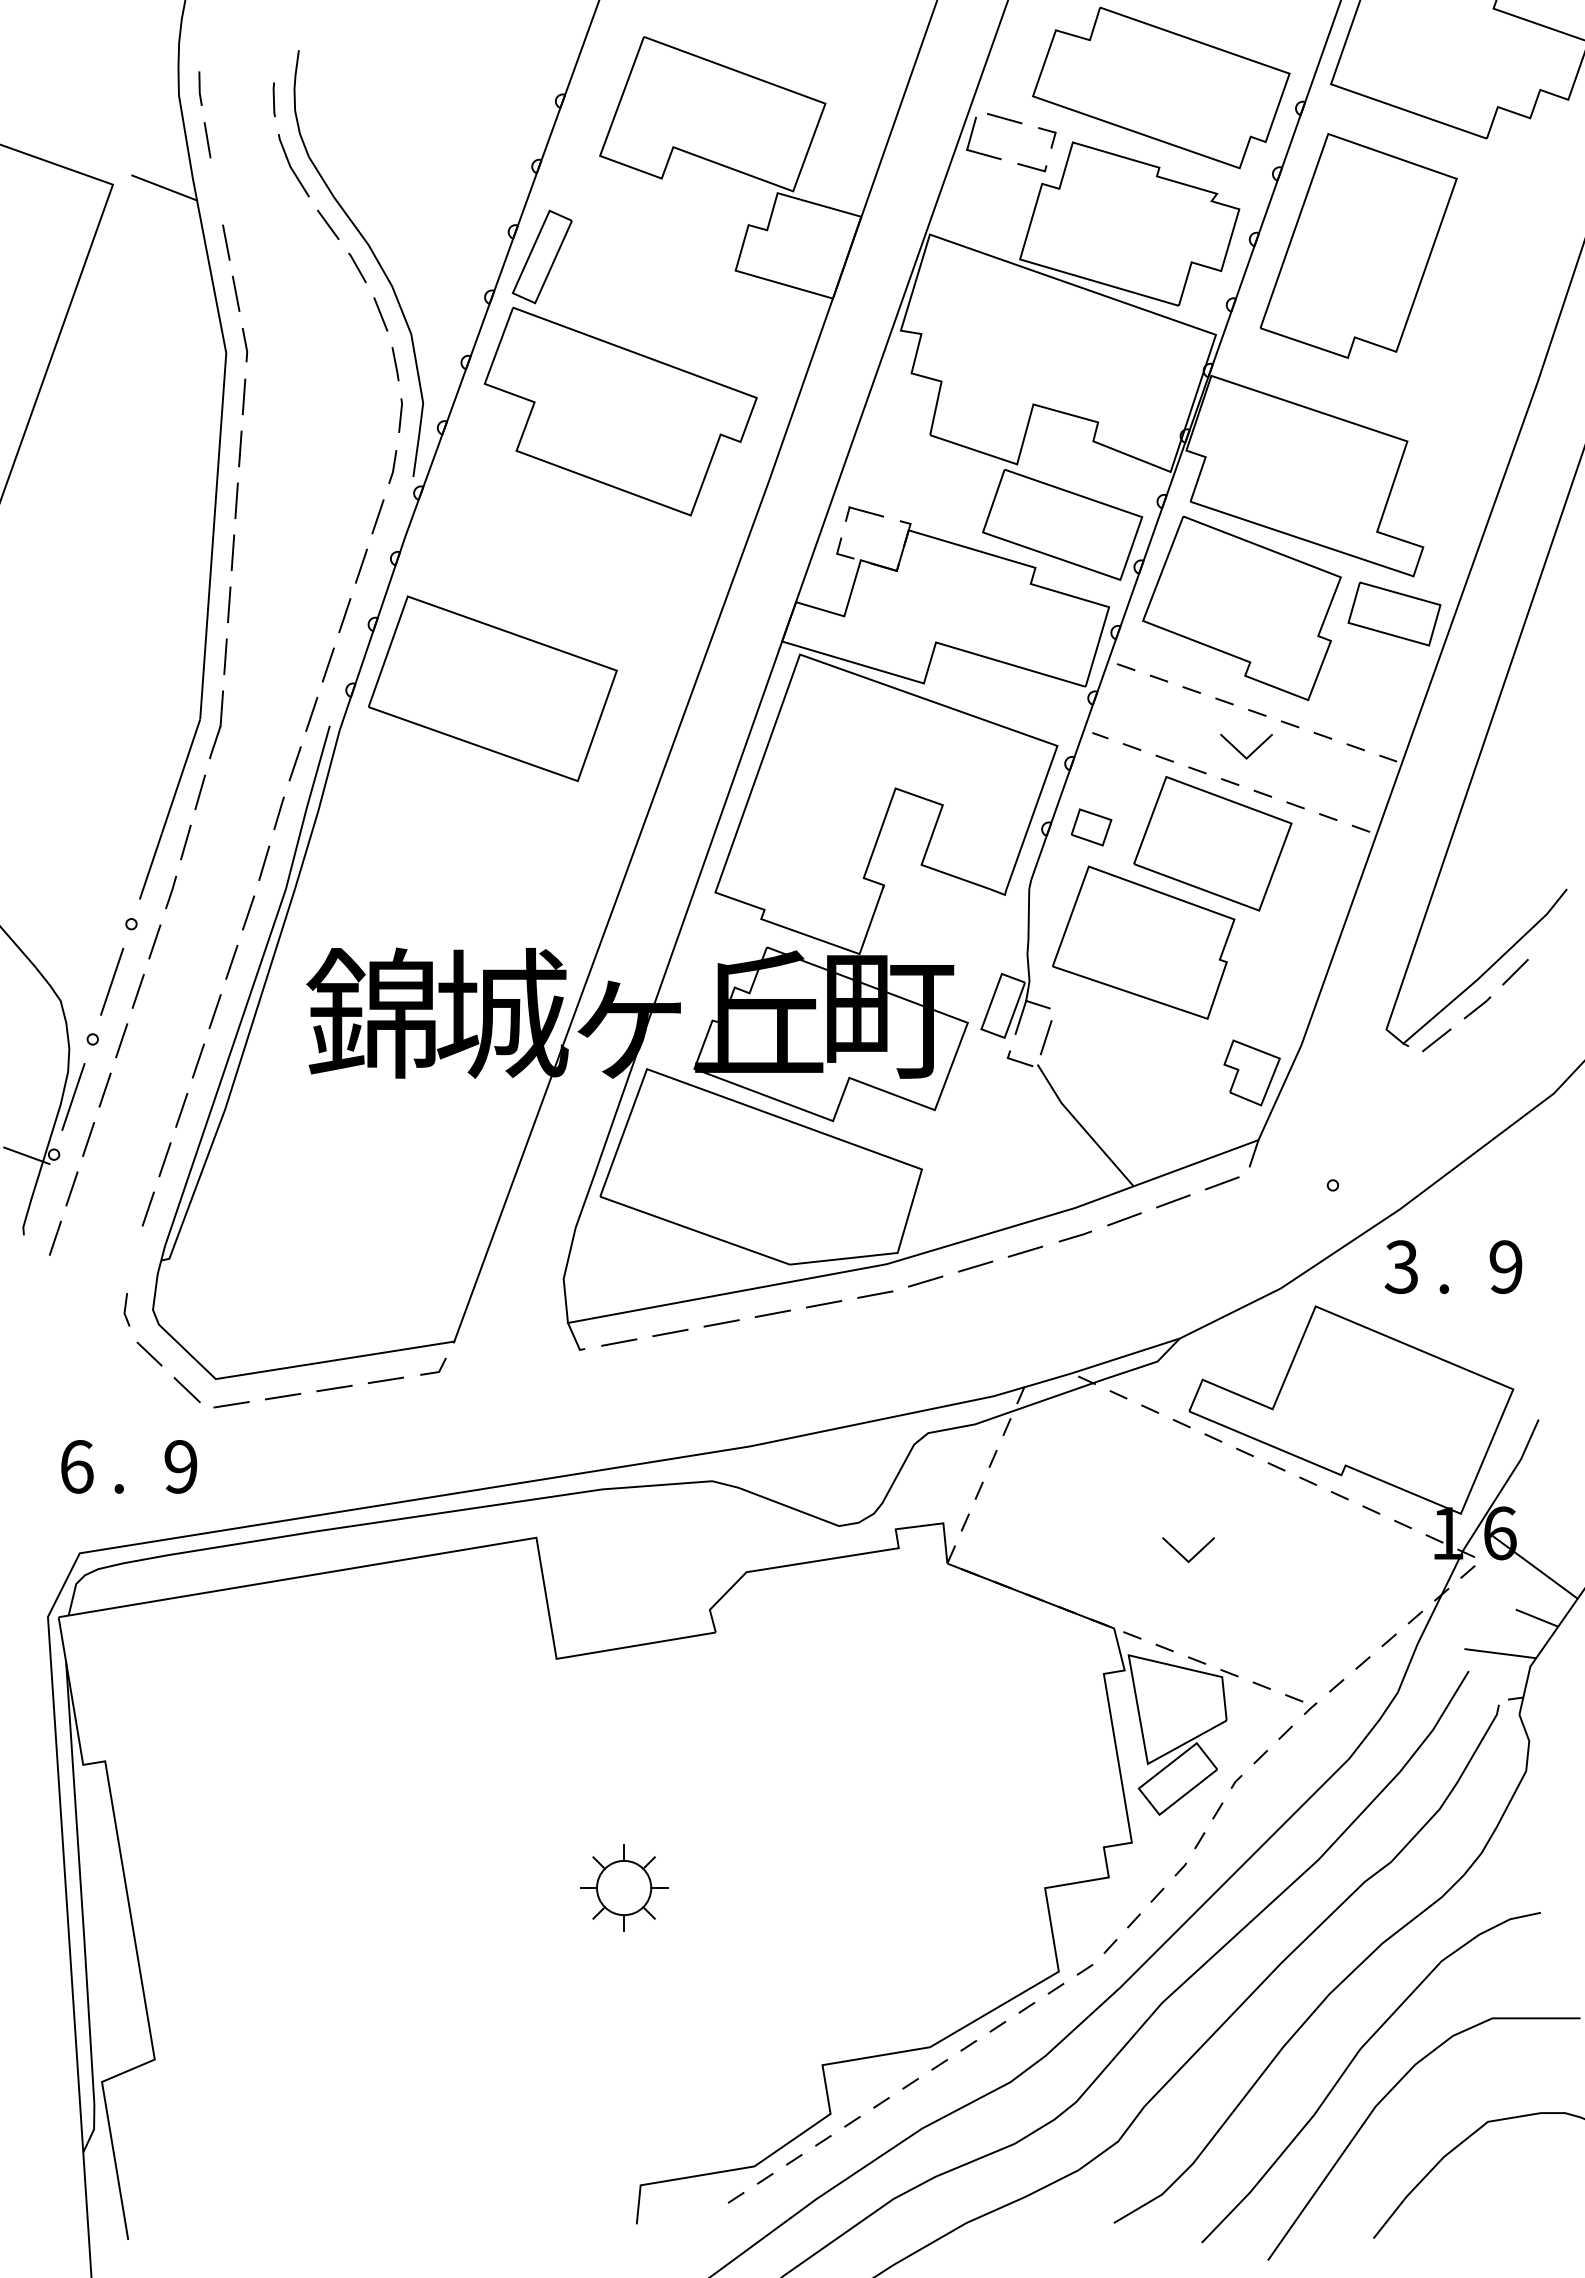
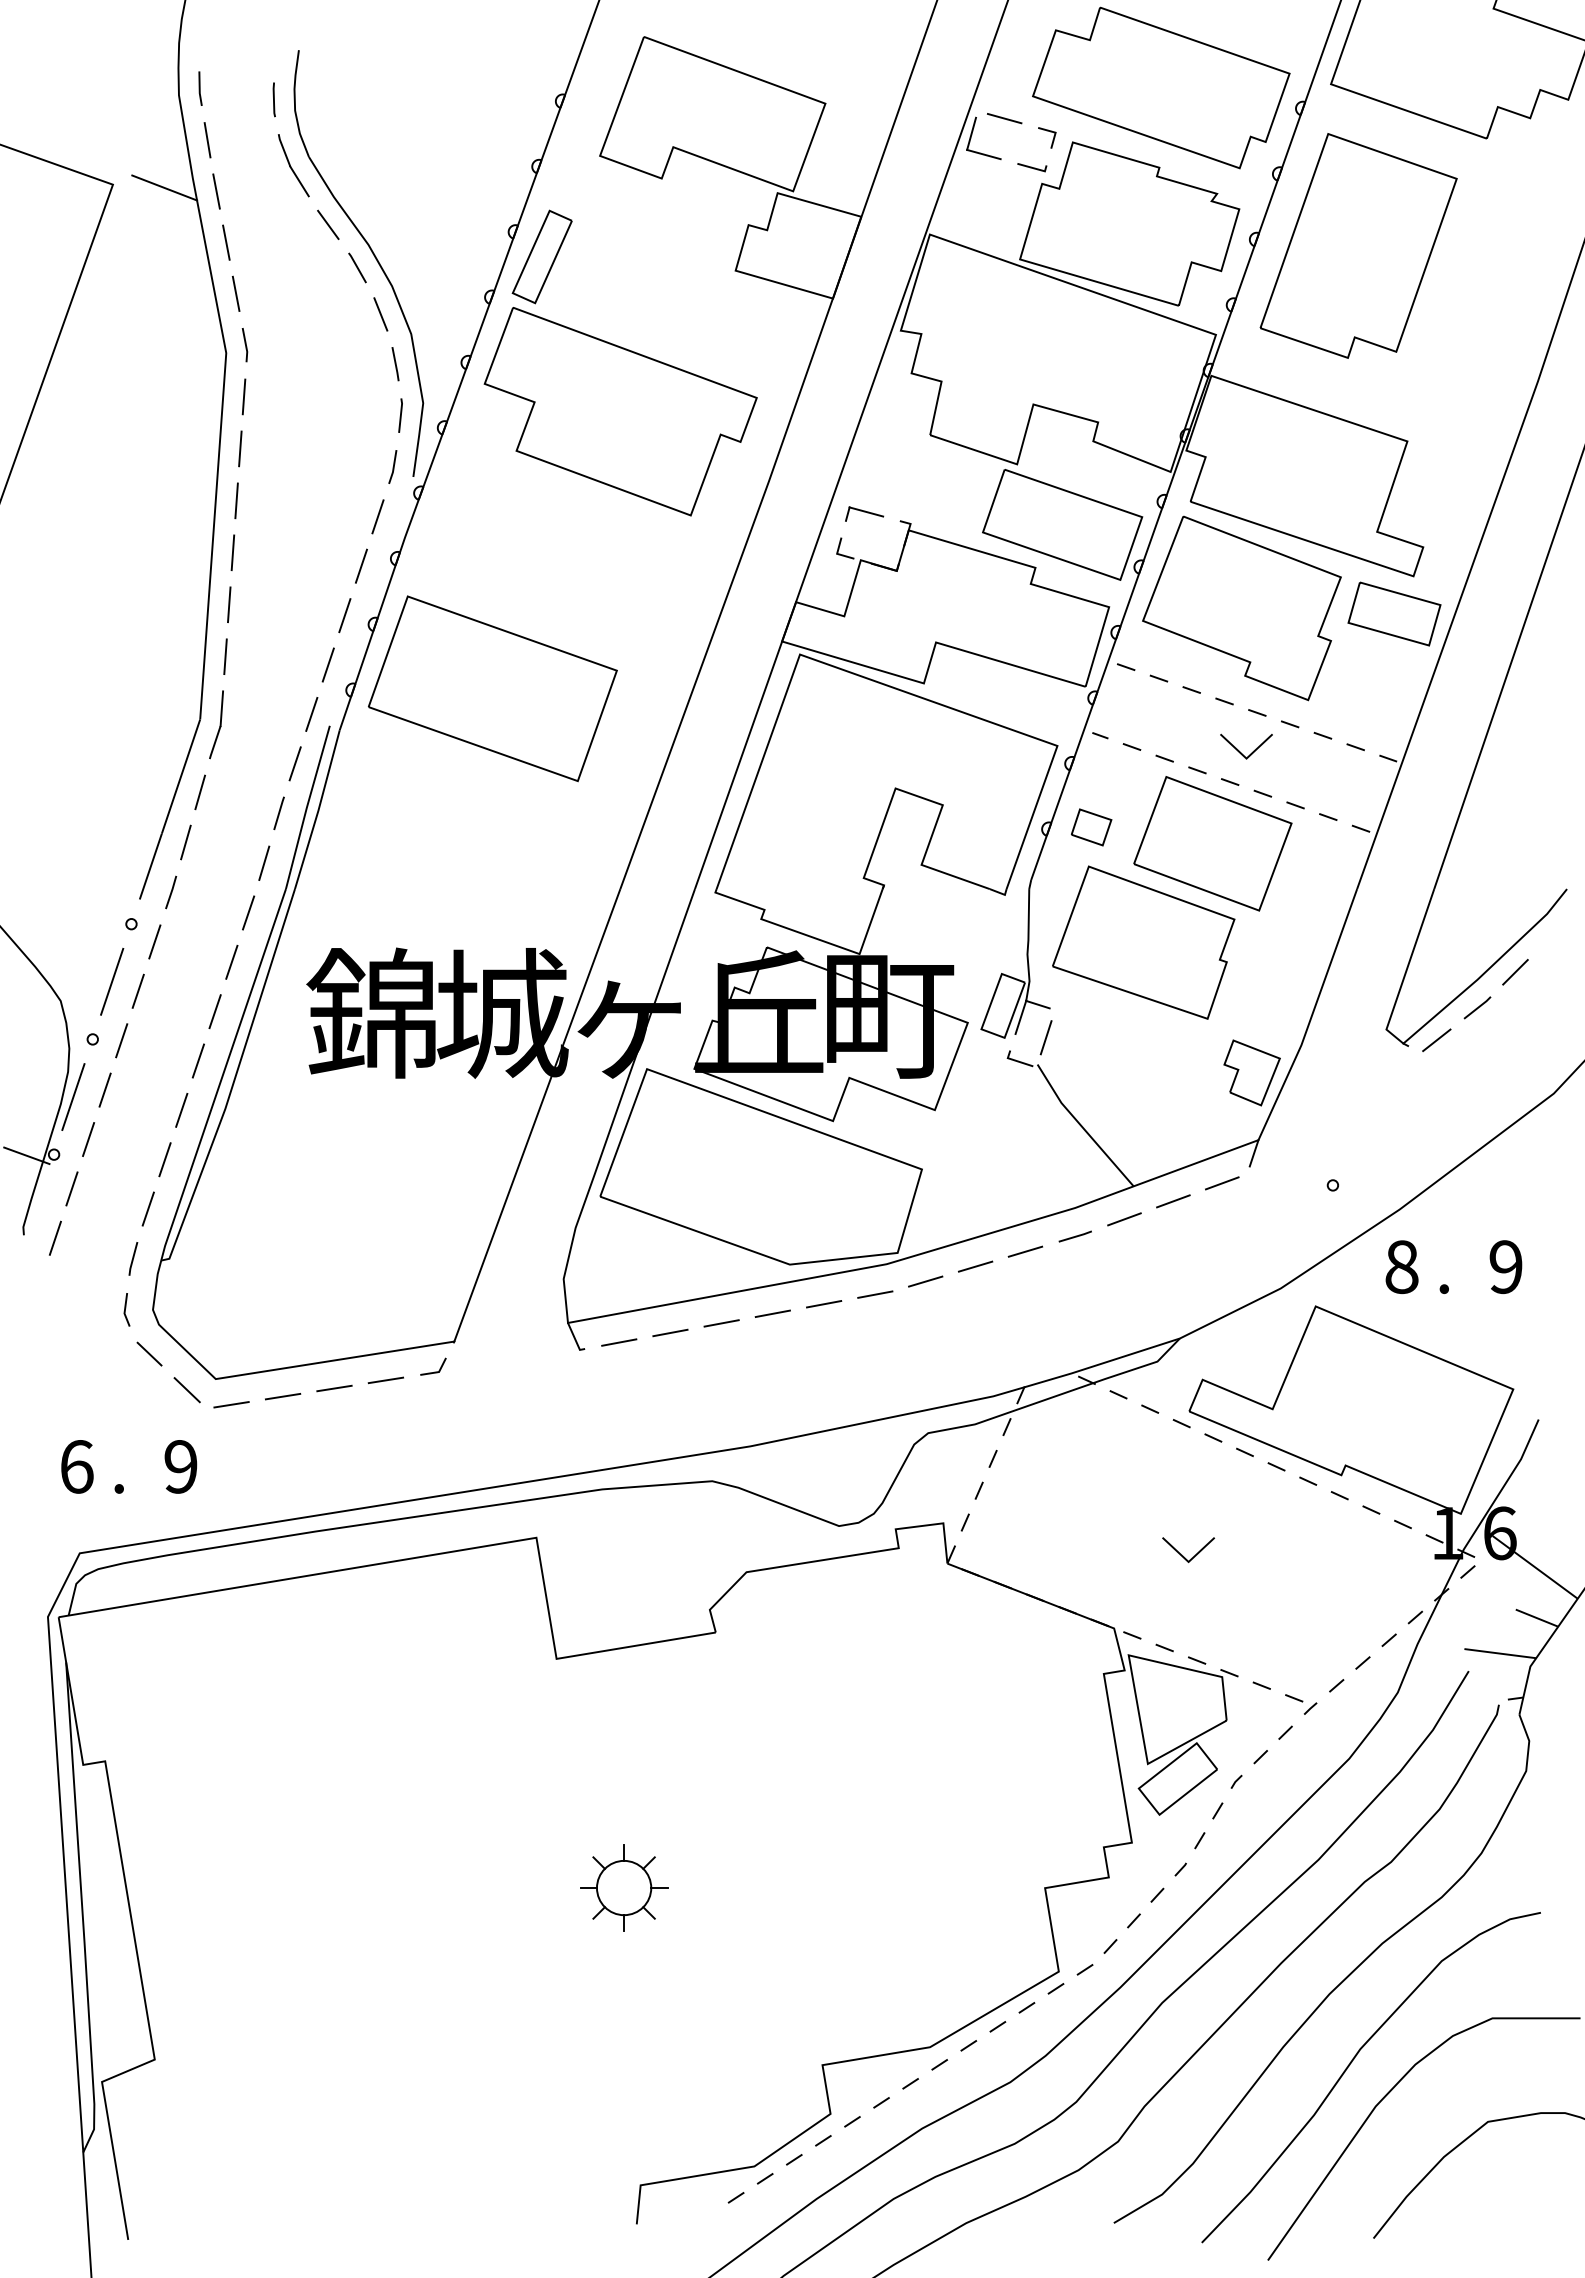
line at (216, 191): none -> present
line at (133, 1258): none -> present
text at (1401, 1266): 3 -> 8
